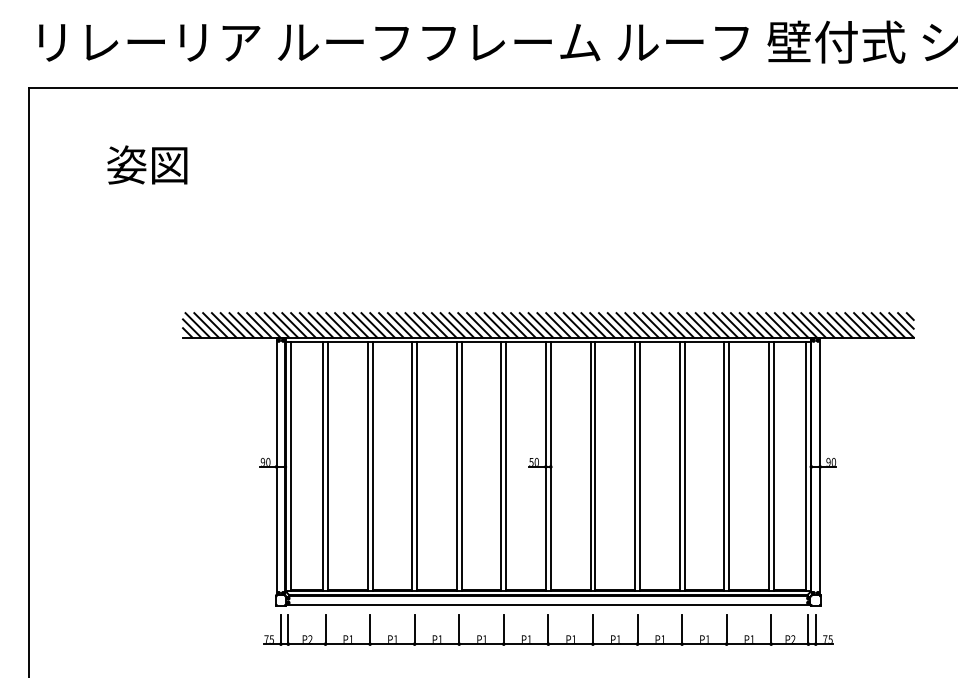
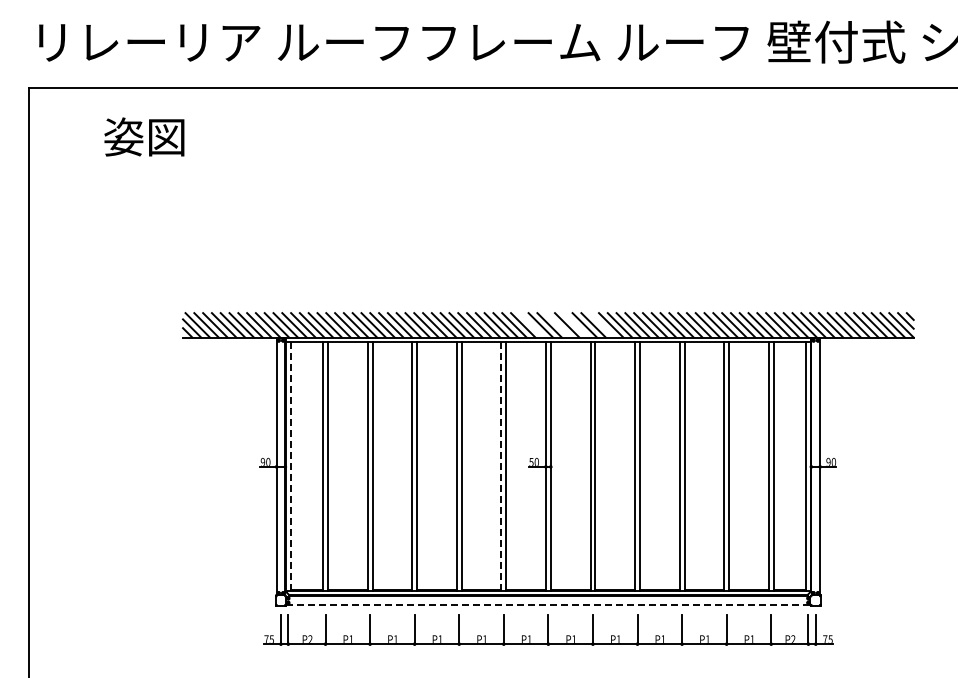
text at (147, 164) position: (147, 164) -> (144, 136)
line at (531, 325): present -> none
line at (558, 325): present -> none
line at (575, 325): present -> none
line at (602, 325): present -> none
line at (290, 466): solid -> dashed
line at (501, 466): solid -> dashed
line at (548, 604): solid -> dashed
